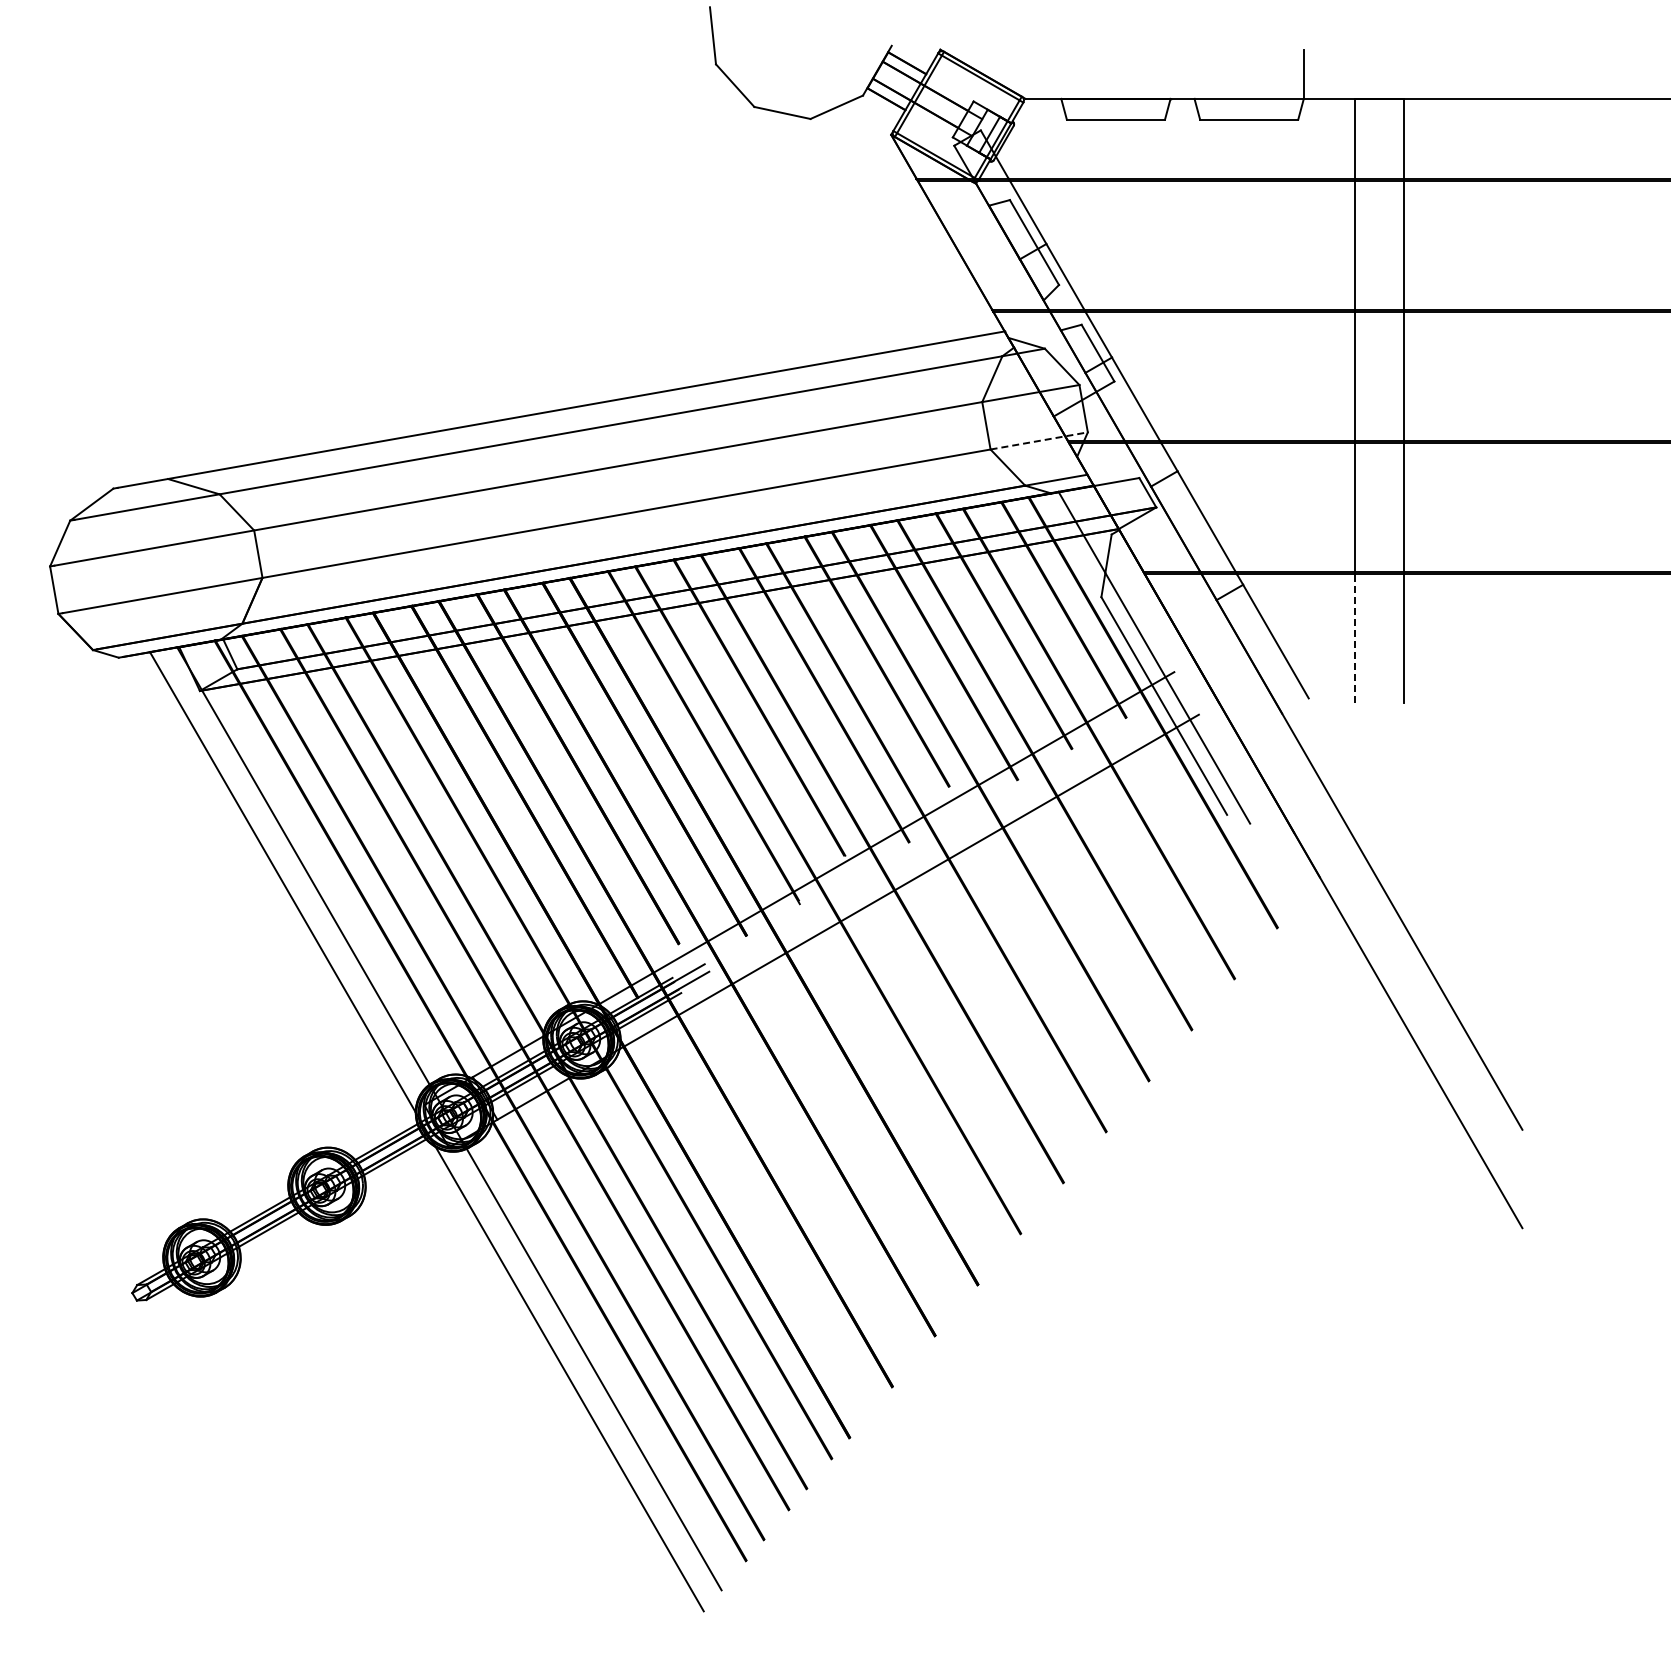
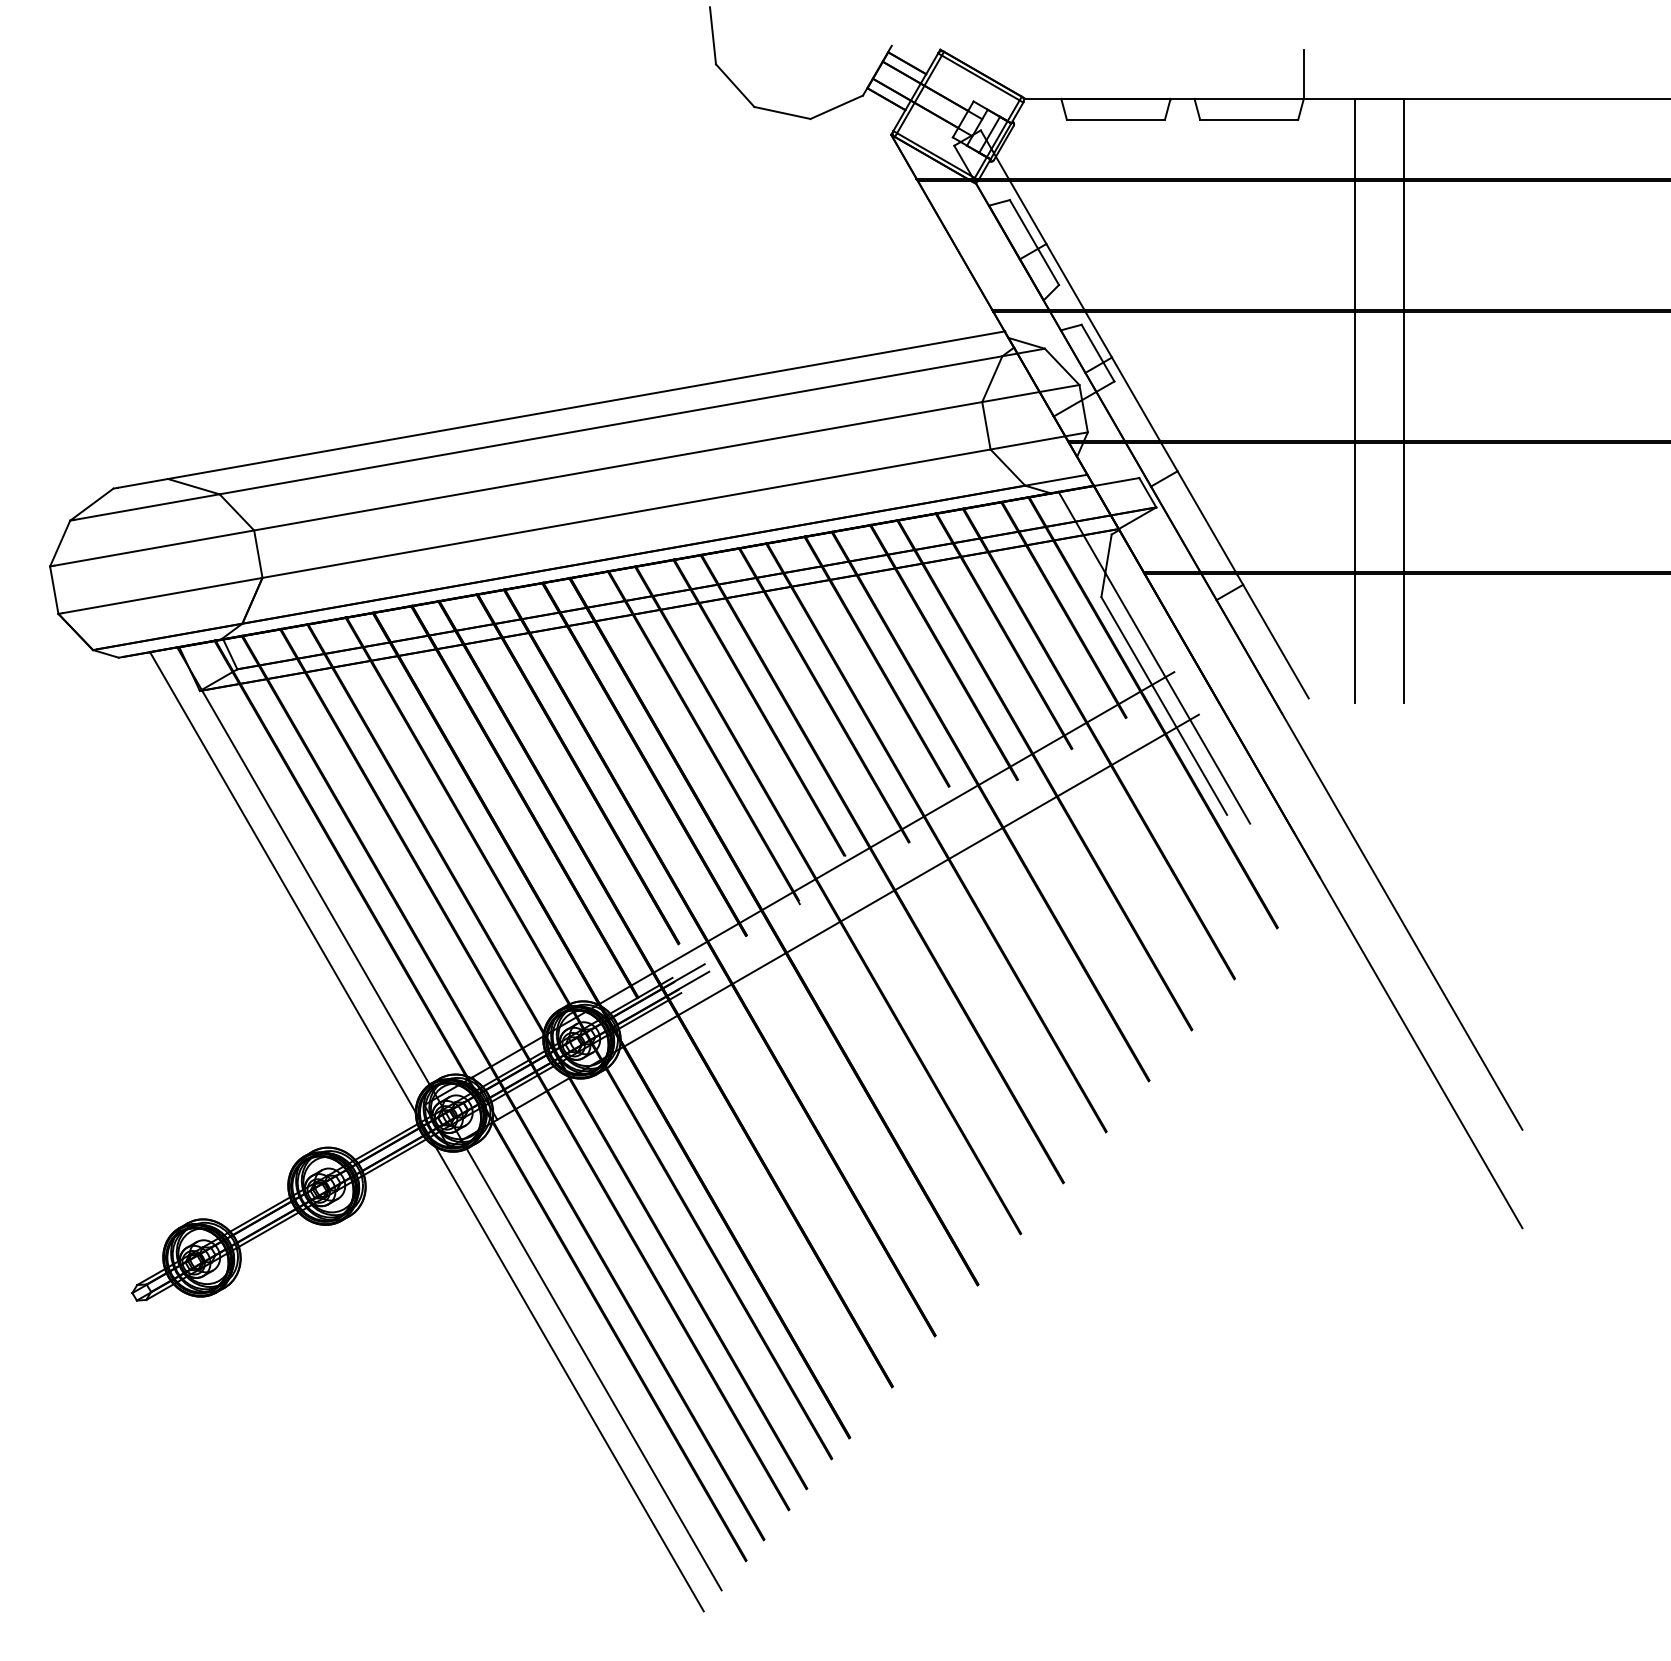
line at (1039, 440): dashed -> solid
line at (1354, 638): dashed -> solid
